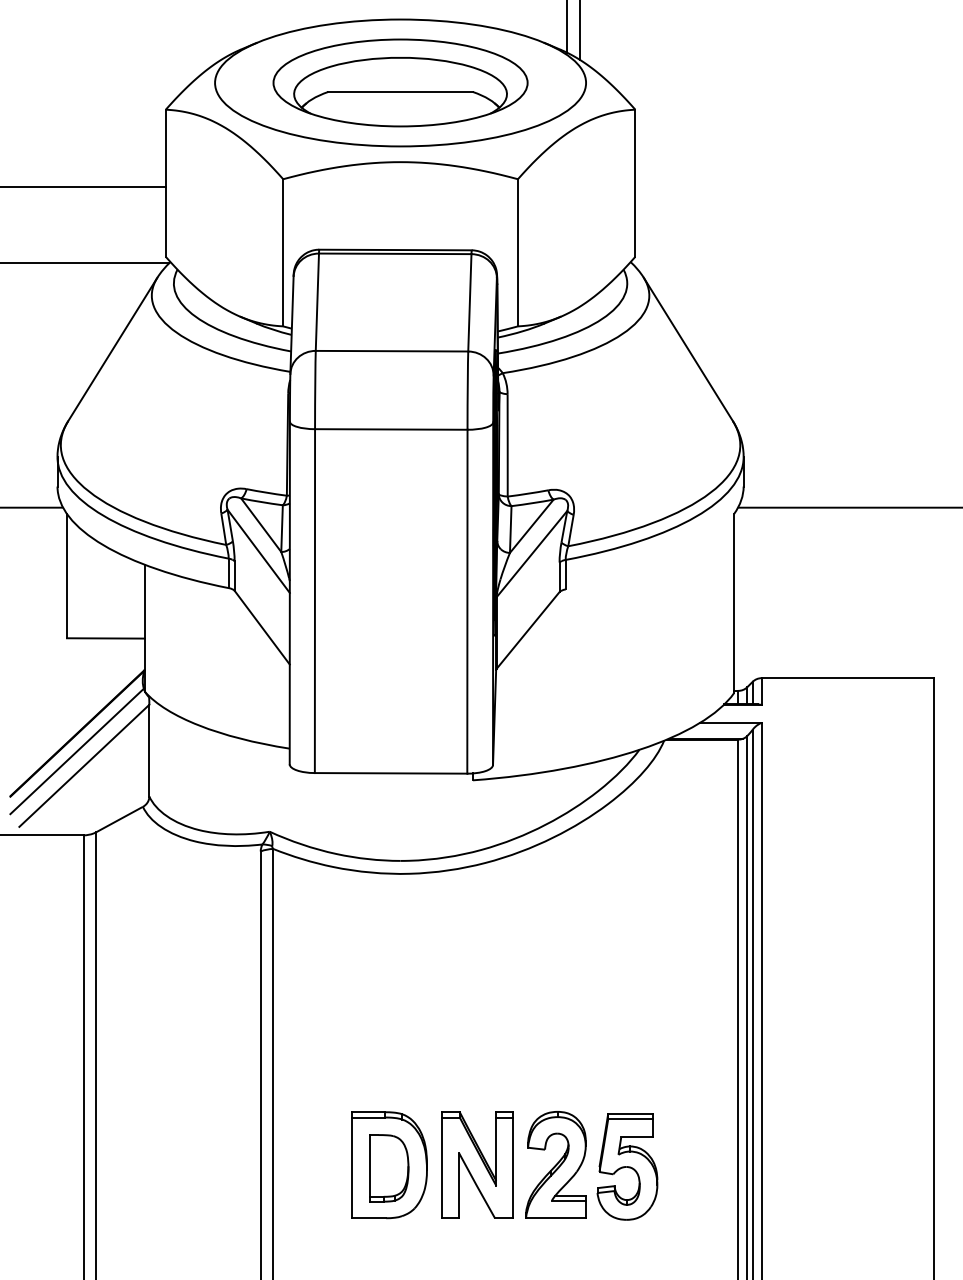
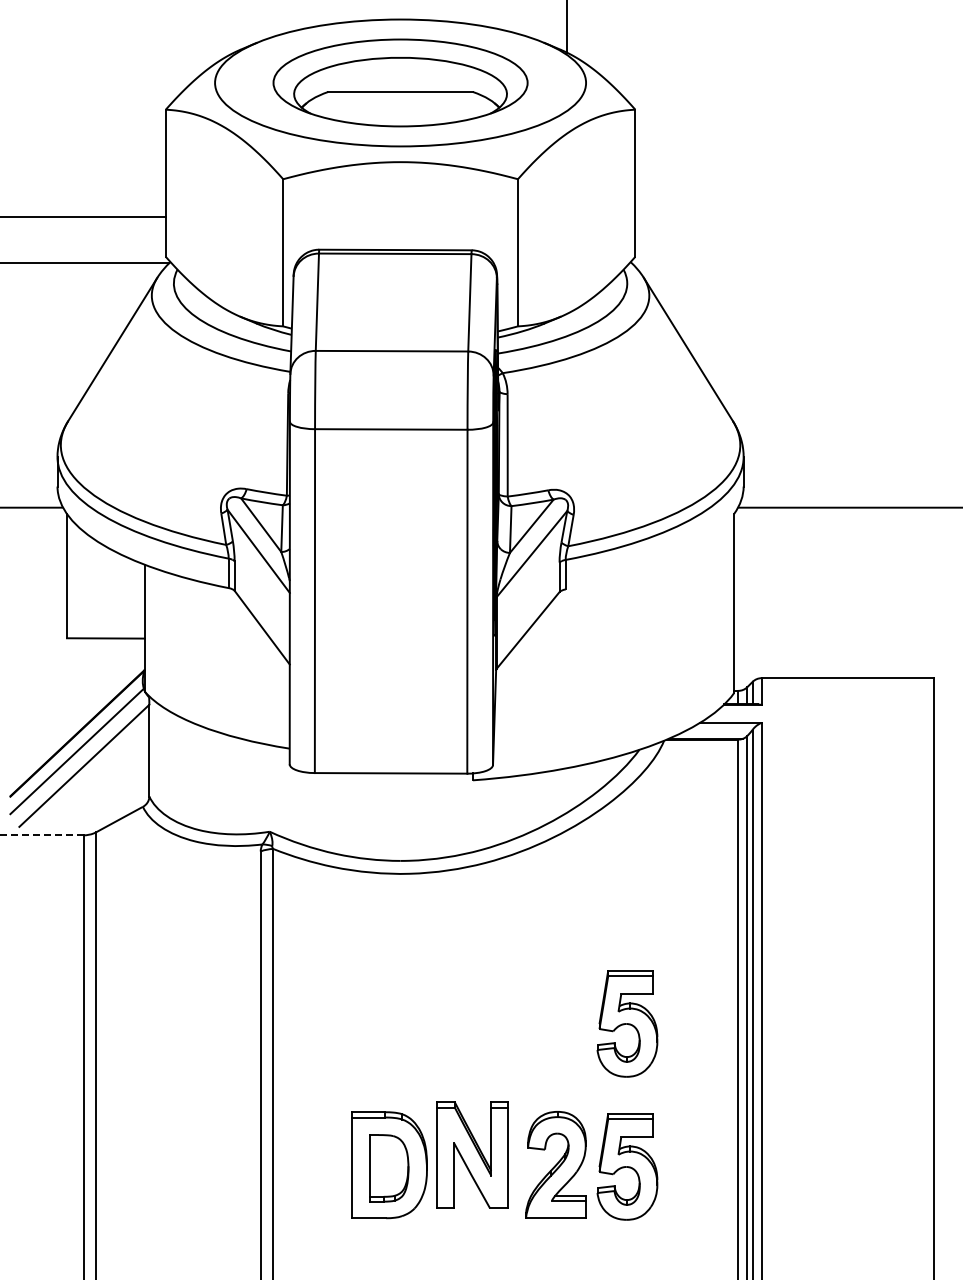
line at (580, 30): present -> none
line at (83, 186) position: (83, 186) -> (83, 216)
line at (41, 835): solid -> dashed
part at (627, 1023): none -> present
part at (477, 1164) position: (477, 1164) -> (472, 1154)
